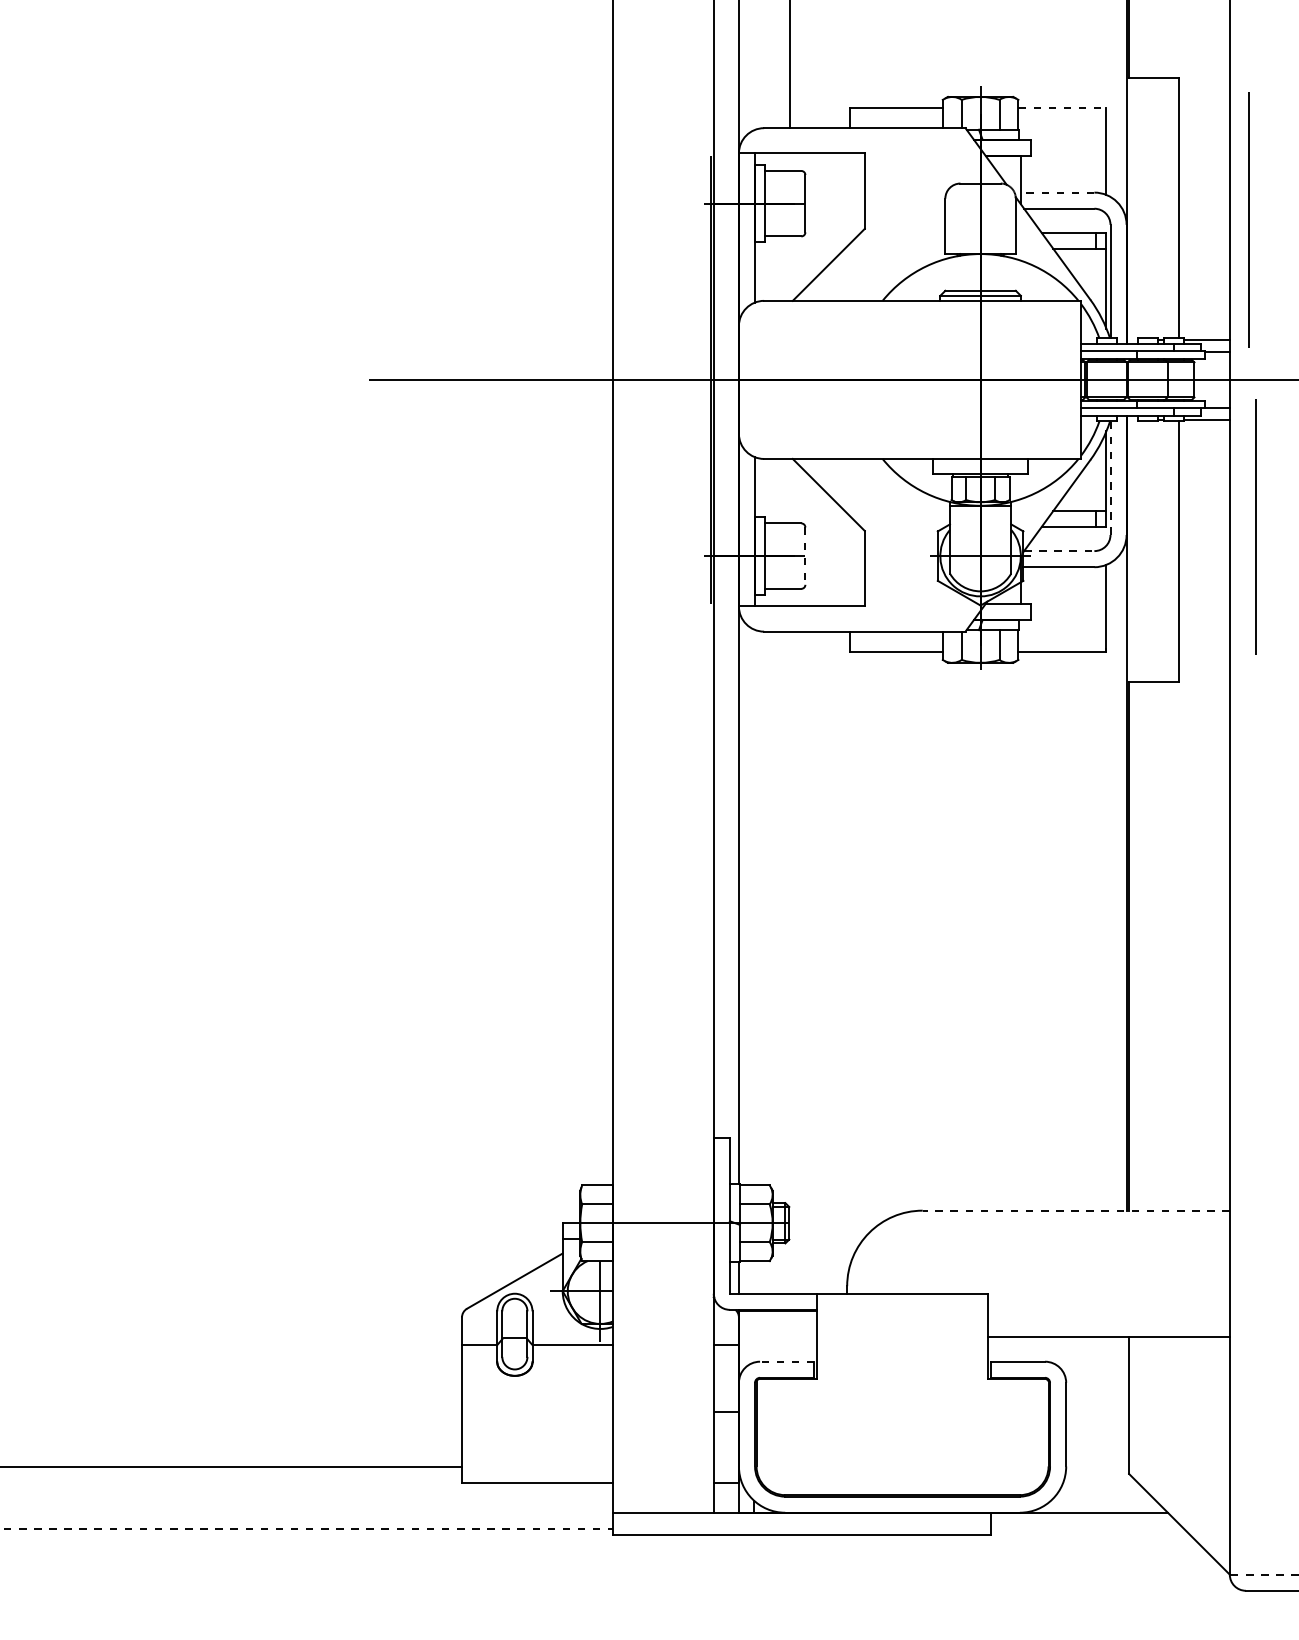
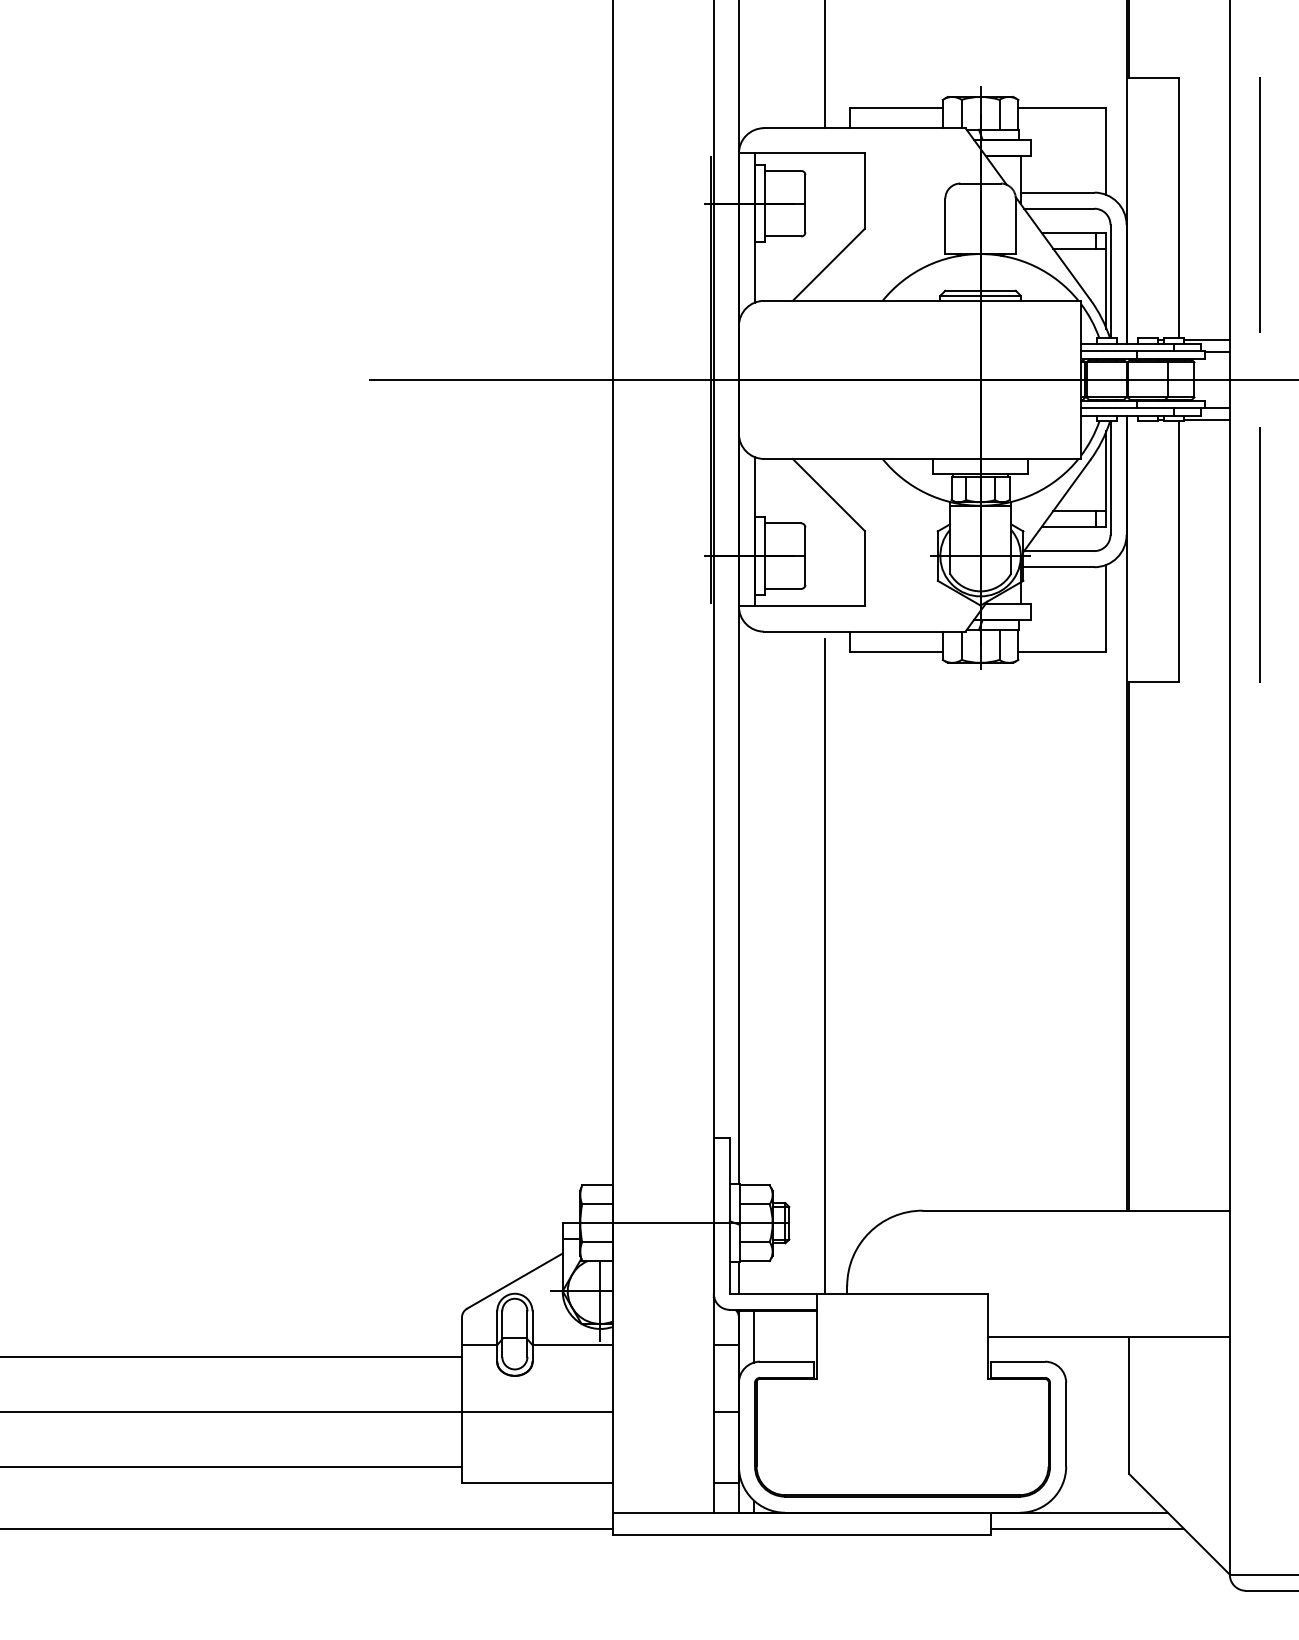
line at (789, 65) position: (789, 65) -> (824, 65)
line at (1062, 108): dashed -> solid
line at (1057, 192): dashed -> solid
line at (1248, 219) position: (1248, 219) -> (1259, 204)
line at (1110, 478): dashed -> solid
line at (1255, 526) position: (1255, 526) -> (1259, 554)
line at (1059, 551): dashed -> solid
line at (805, 556): dashed -> solid
line at (824, 966): none -> present
line at (1076, 1210): dashed -> solid
line at (754, 1336): none -> present
line at (232, 1357): none -> present
line at (786, 1361): dashed -> solid
line at (307, 1412): none -> present
line at (307, 1528): dashed -> solid
line at (1087, 1528): none -> present
line at (1263, 1574): dashed -> solid
